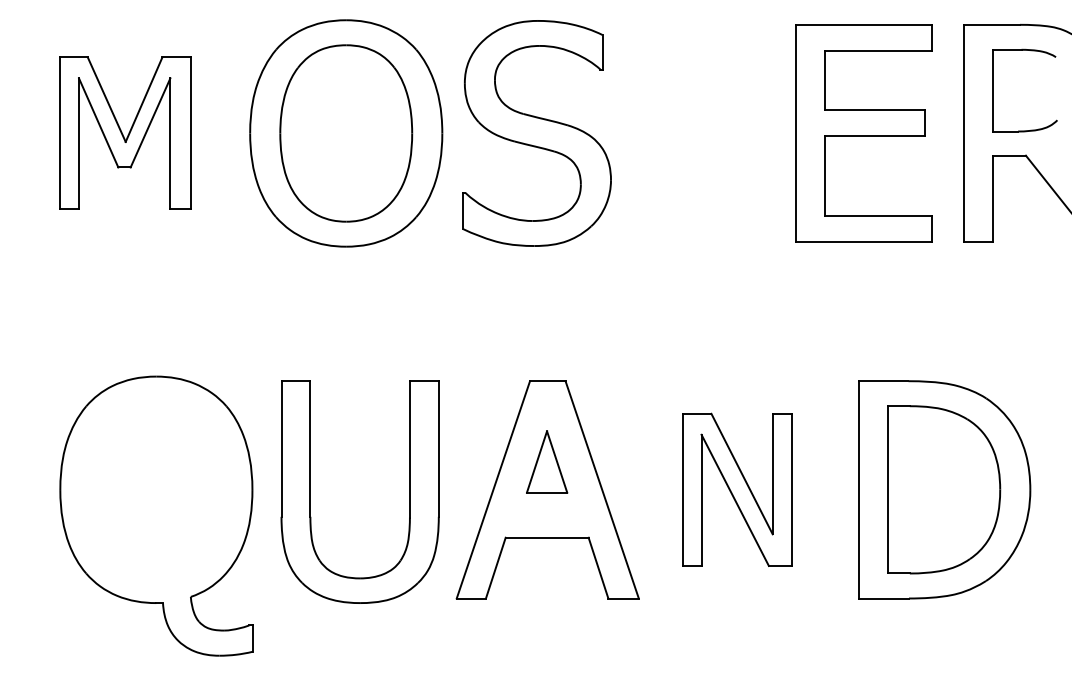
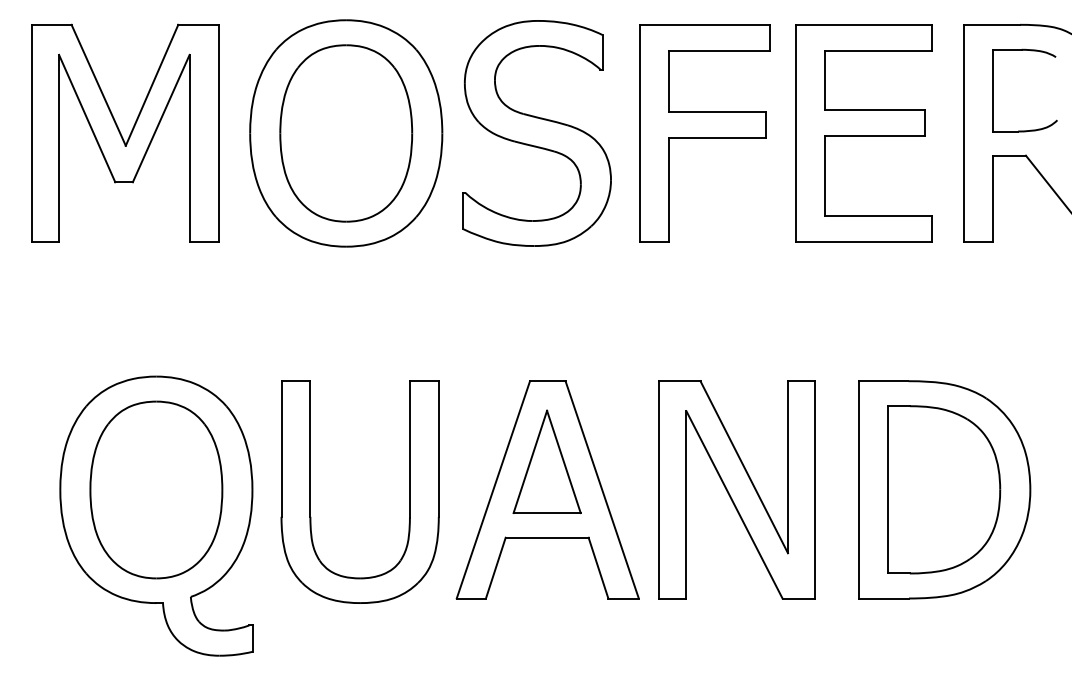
part at (125, 132) size: 133x154 px -> 189x220 px
part at (704, 133): none -> present
part at (547, 461) size: 43x64 px -> 70x106 px
part at (156, 489): none -> present
part at (737, 489) size: 111x155 px -> 158x220 px
